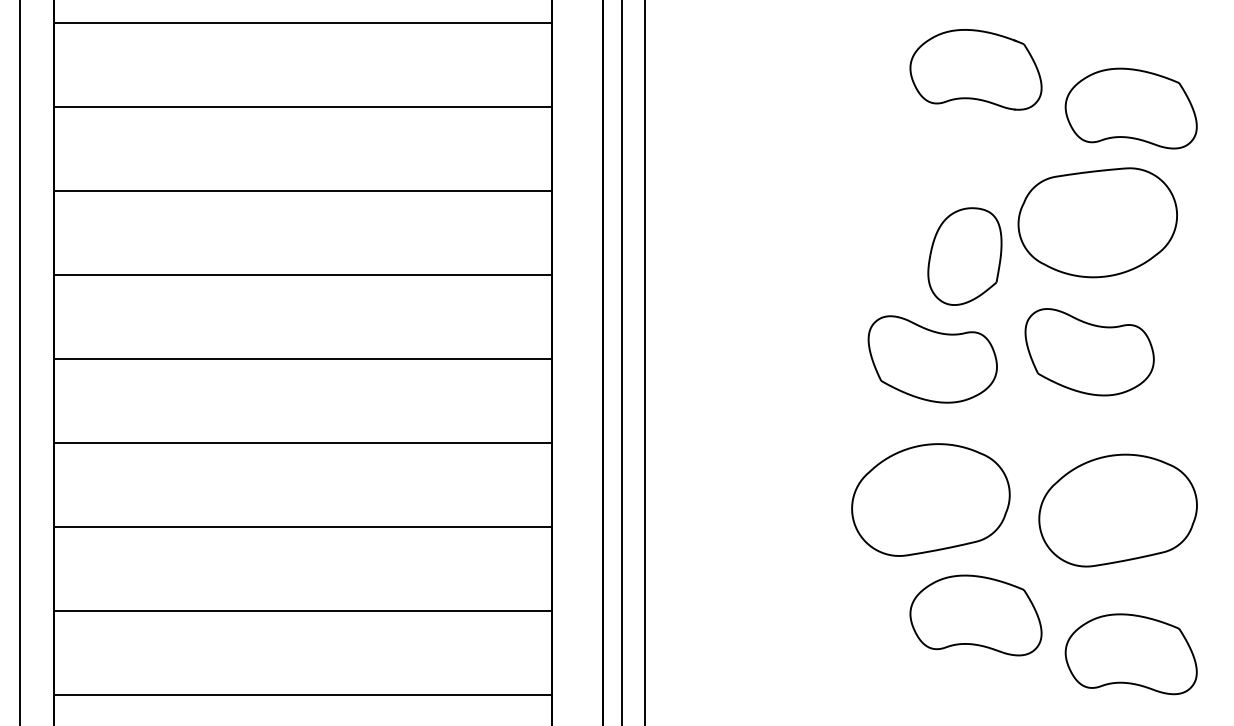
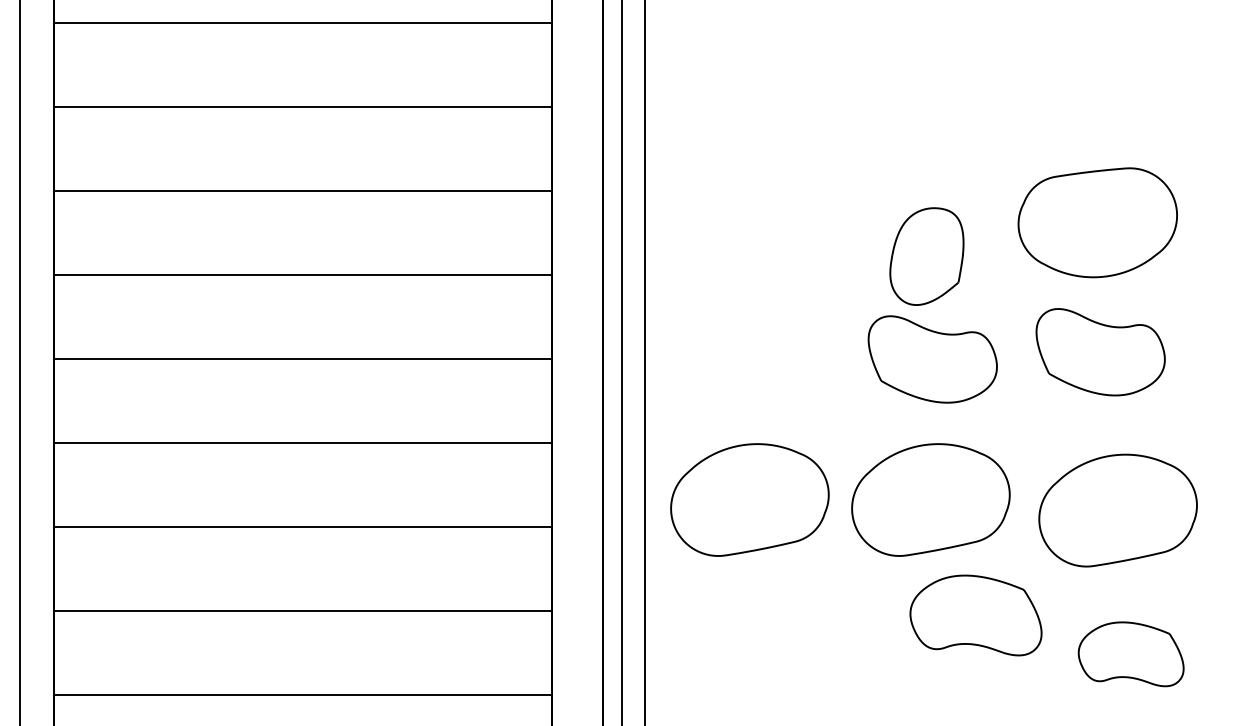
part at (975, 69): present -> none
part at (1130, 108): present -> none
part at (964, 256) position: (964, 256) -> (926, 256)
part at (1089, 352) position: (1089, 352) -> (1100, 352)
part at (749, 499): none -> present
part at (1130, 654) size: 134x83 px -> 108x67 px
